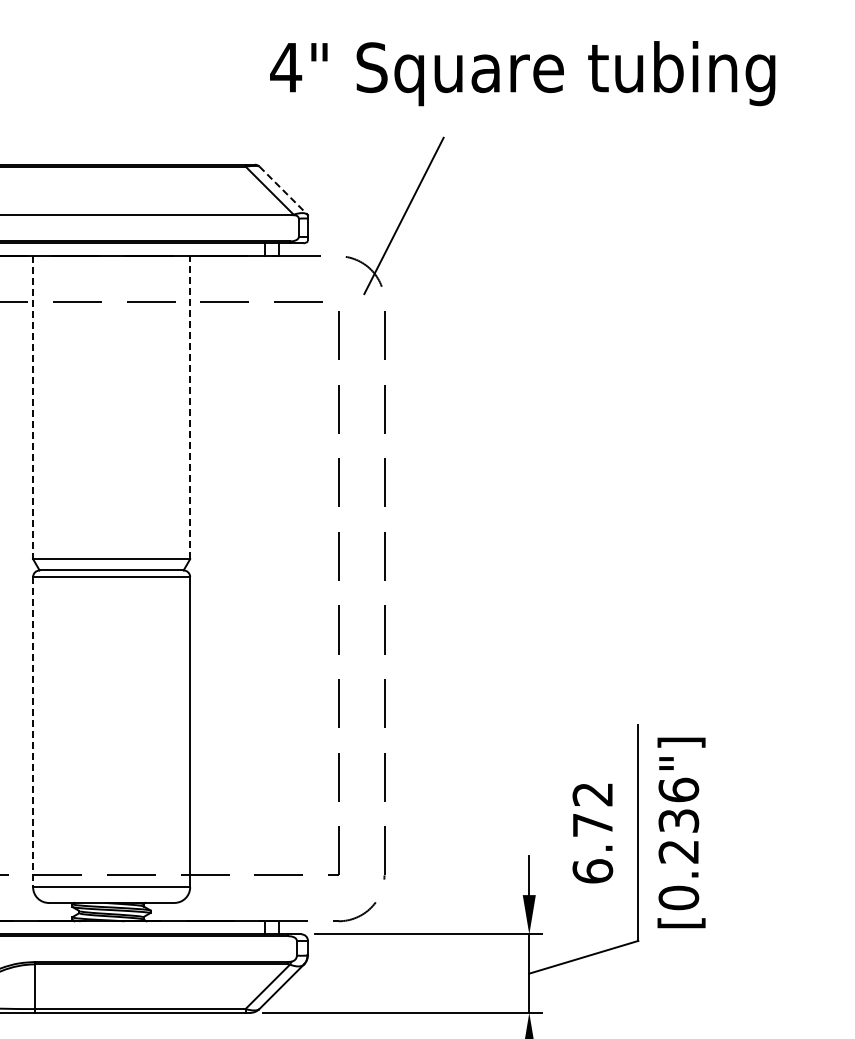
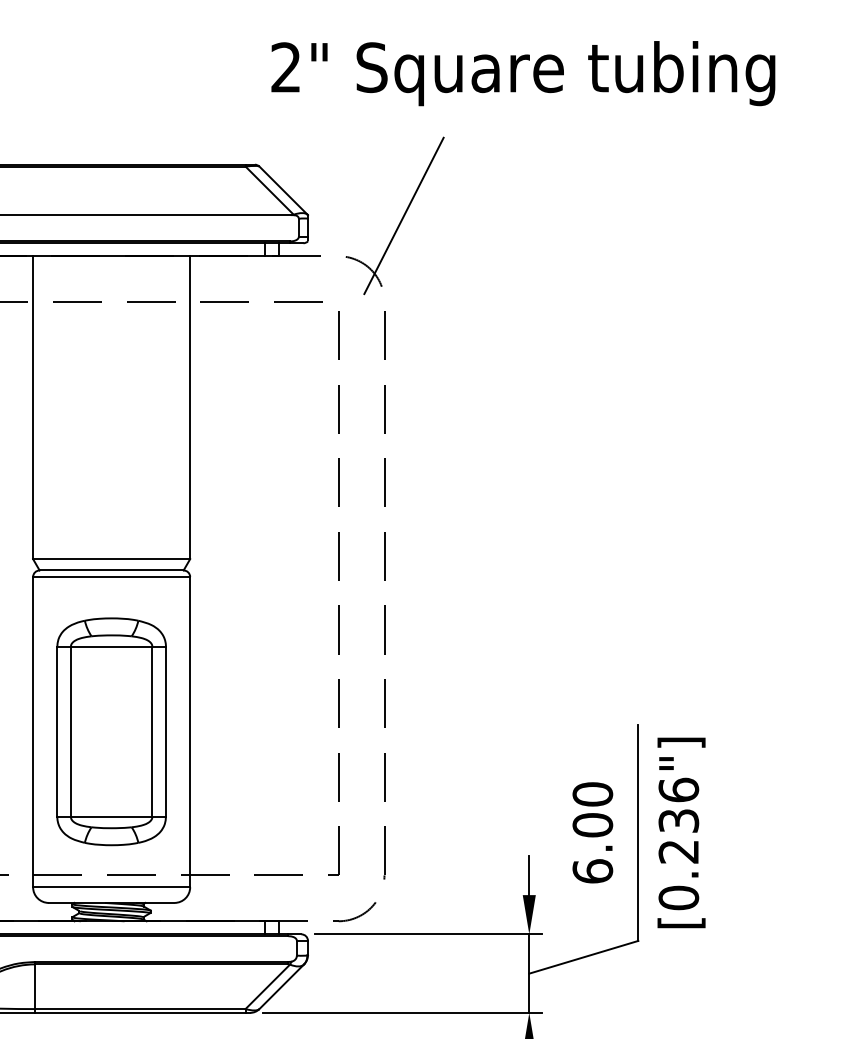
text at (286, 67): 4" -> 2"
line at (283, 190): dashed -> solid
line at (190, 407): dashed -> solid
line at (33, 408): dashed -> solid
part at (111, 731): none -> present
line at (33, 732): dashed -> solid
text at (592, 809): 6.72 -> 6.00
